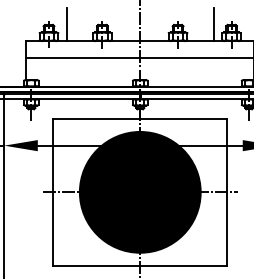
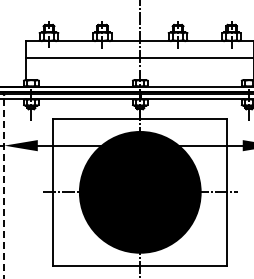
line at (66, 24): present -> none
line at (213, 24): present -> none
line at (4, 186): solid -> dashed
